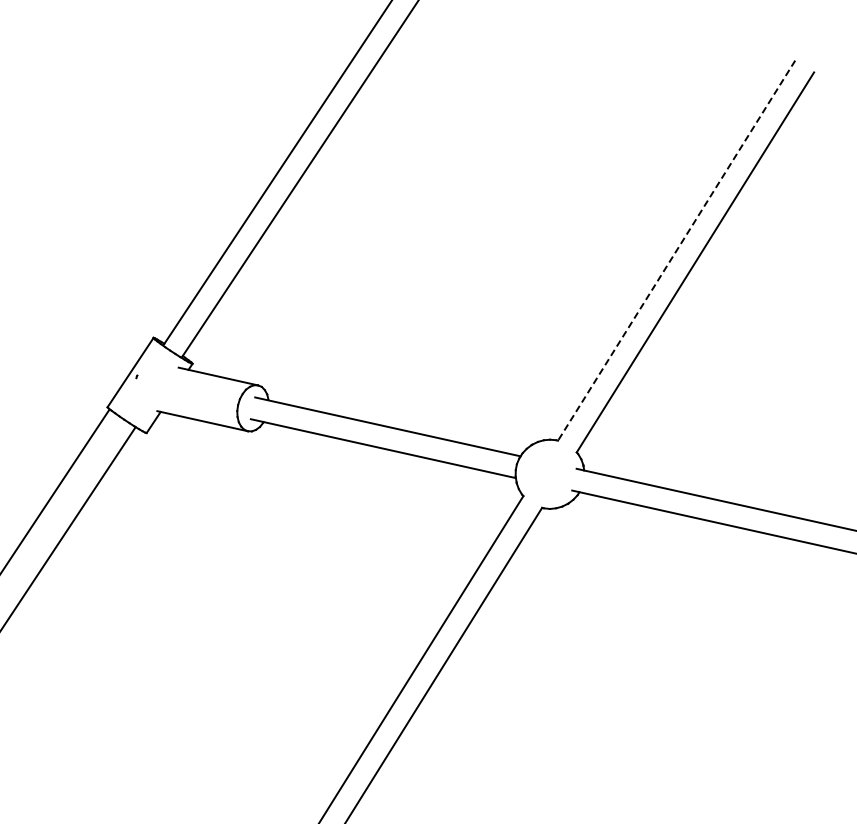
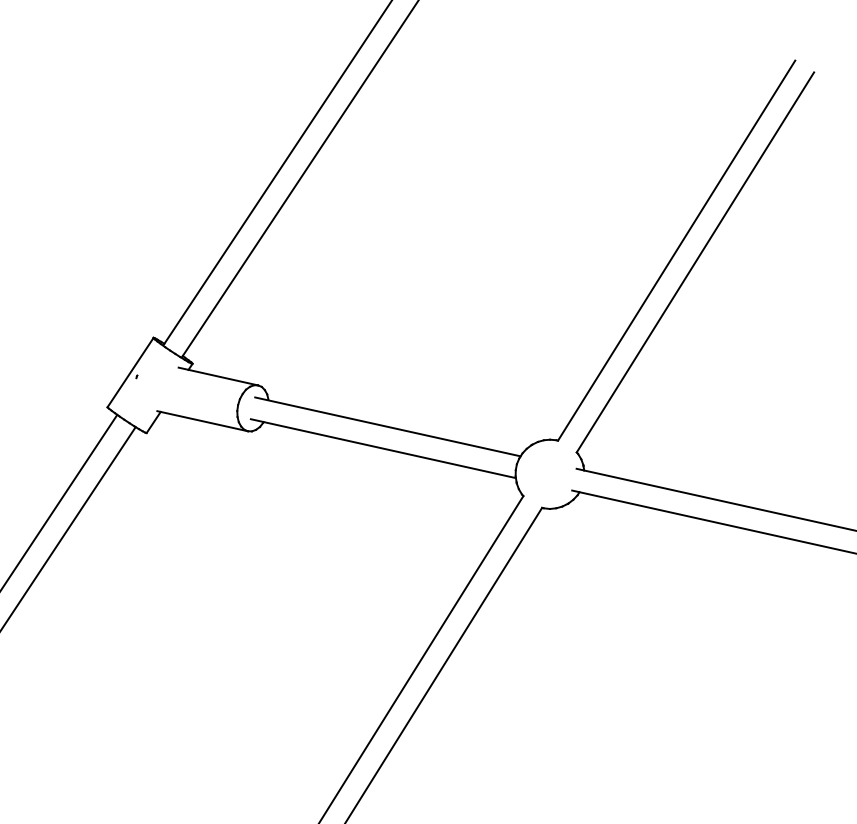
line at (676, 251): dashed -> solid
line at (55, 490) position: (55, 490) -> (59, 501)
